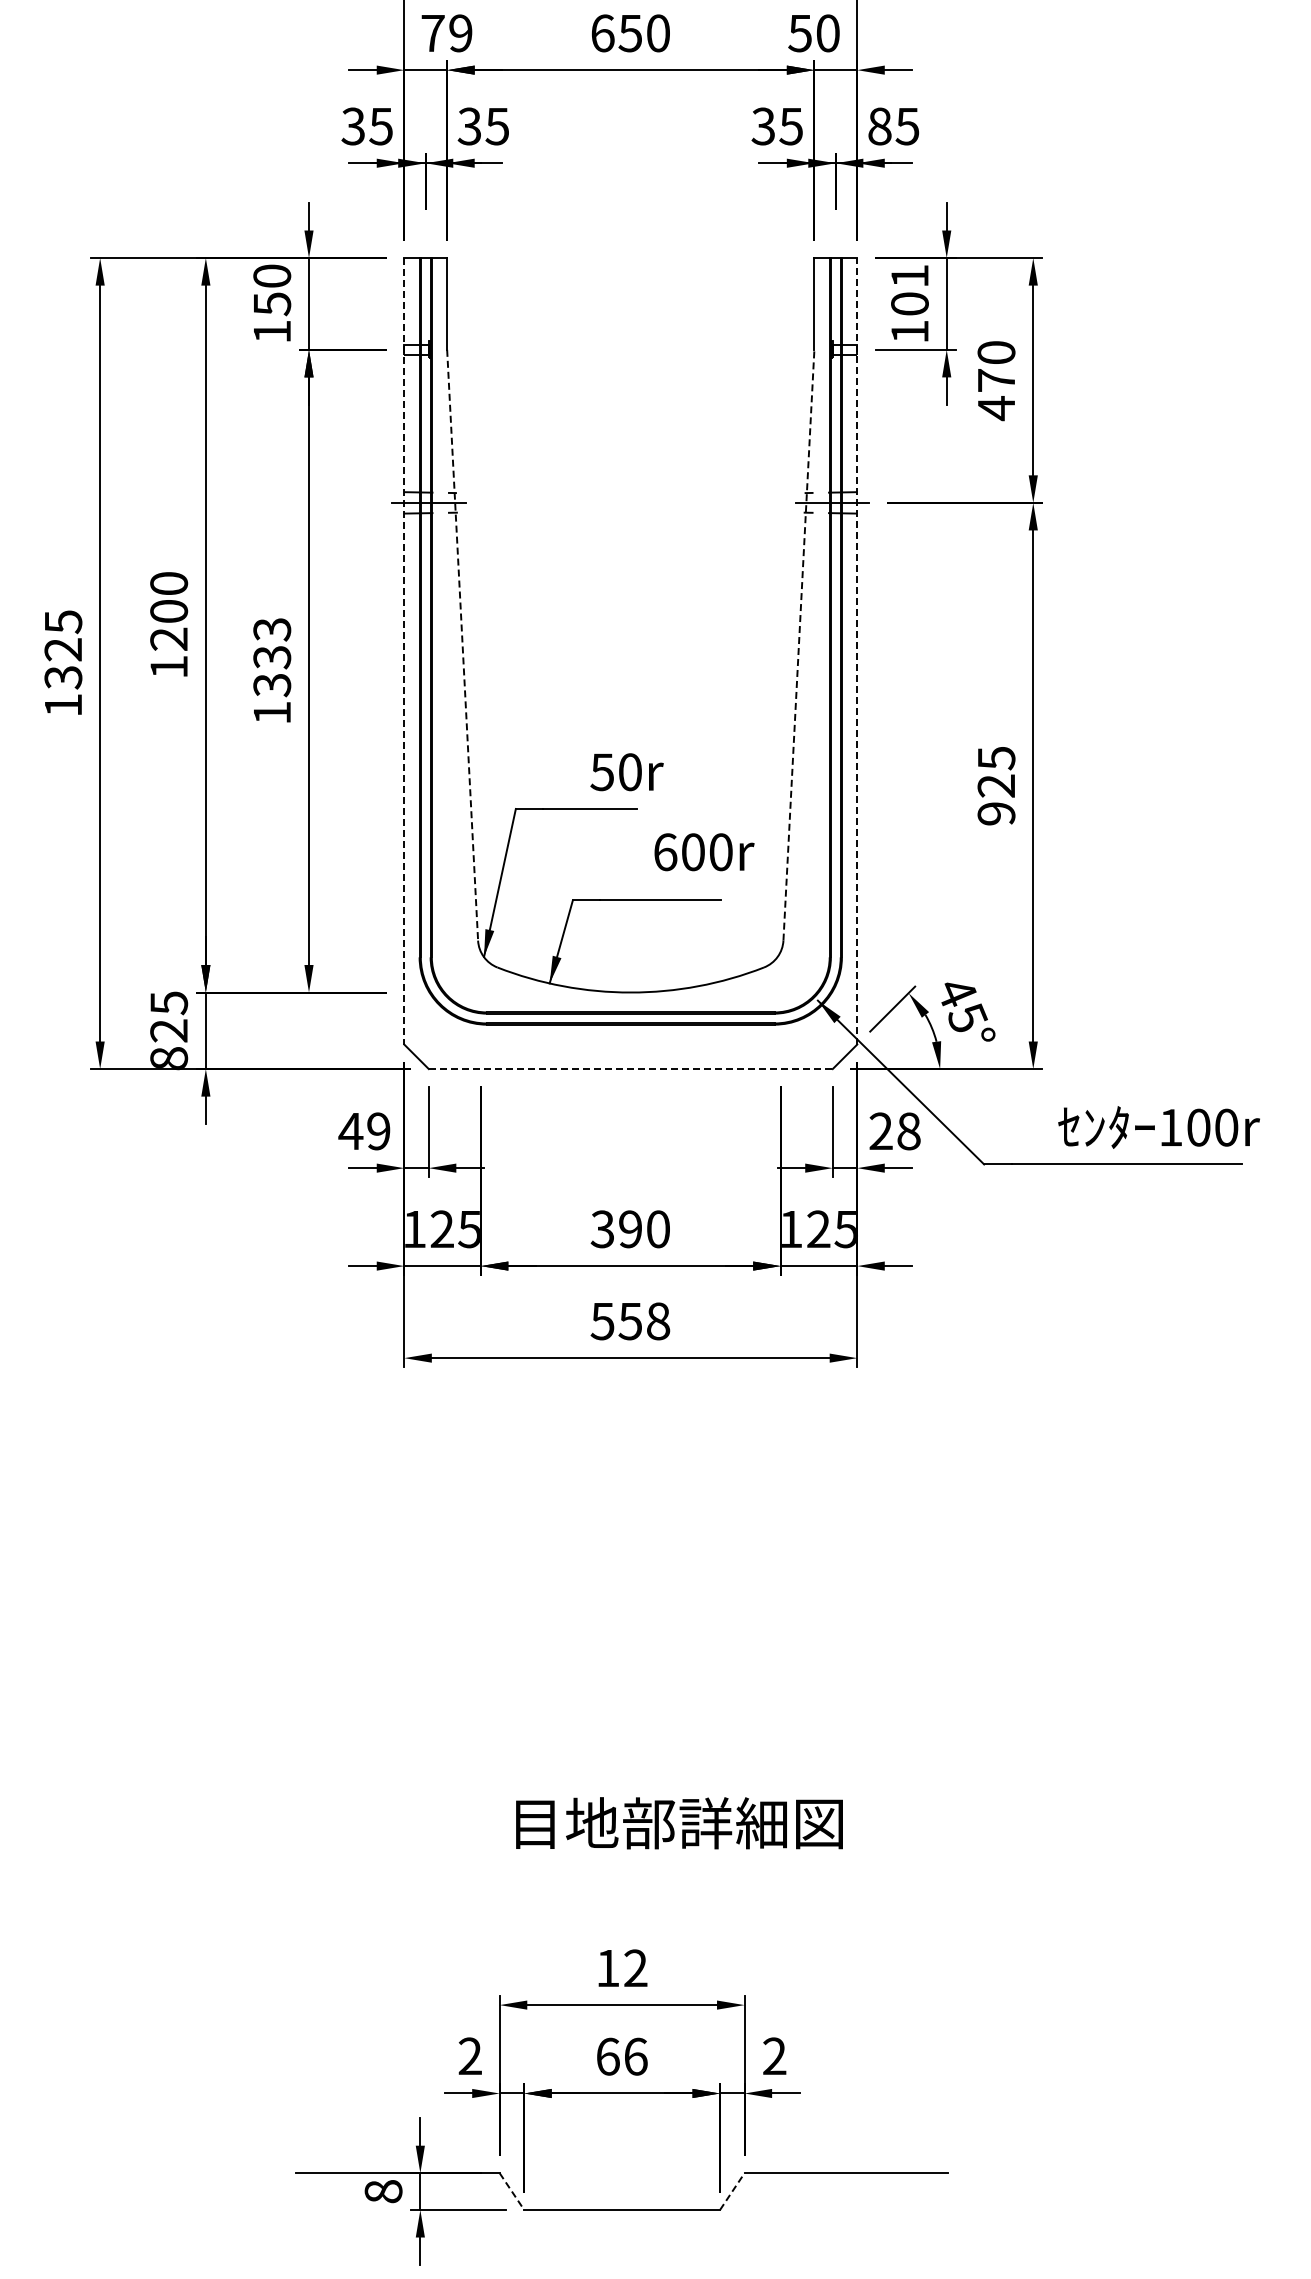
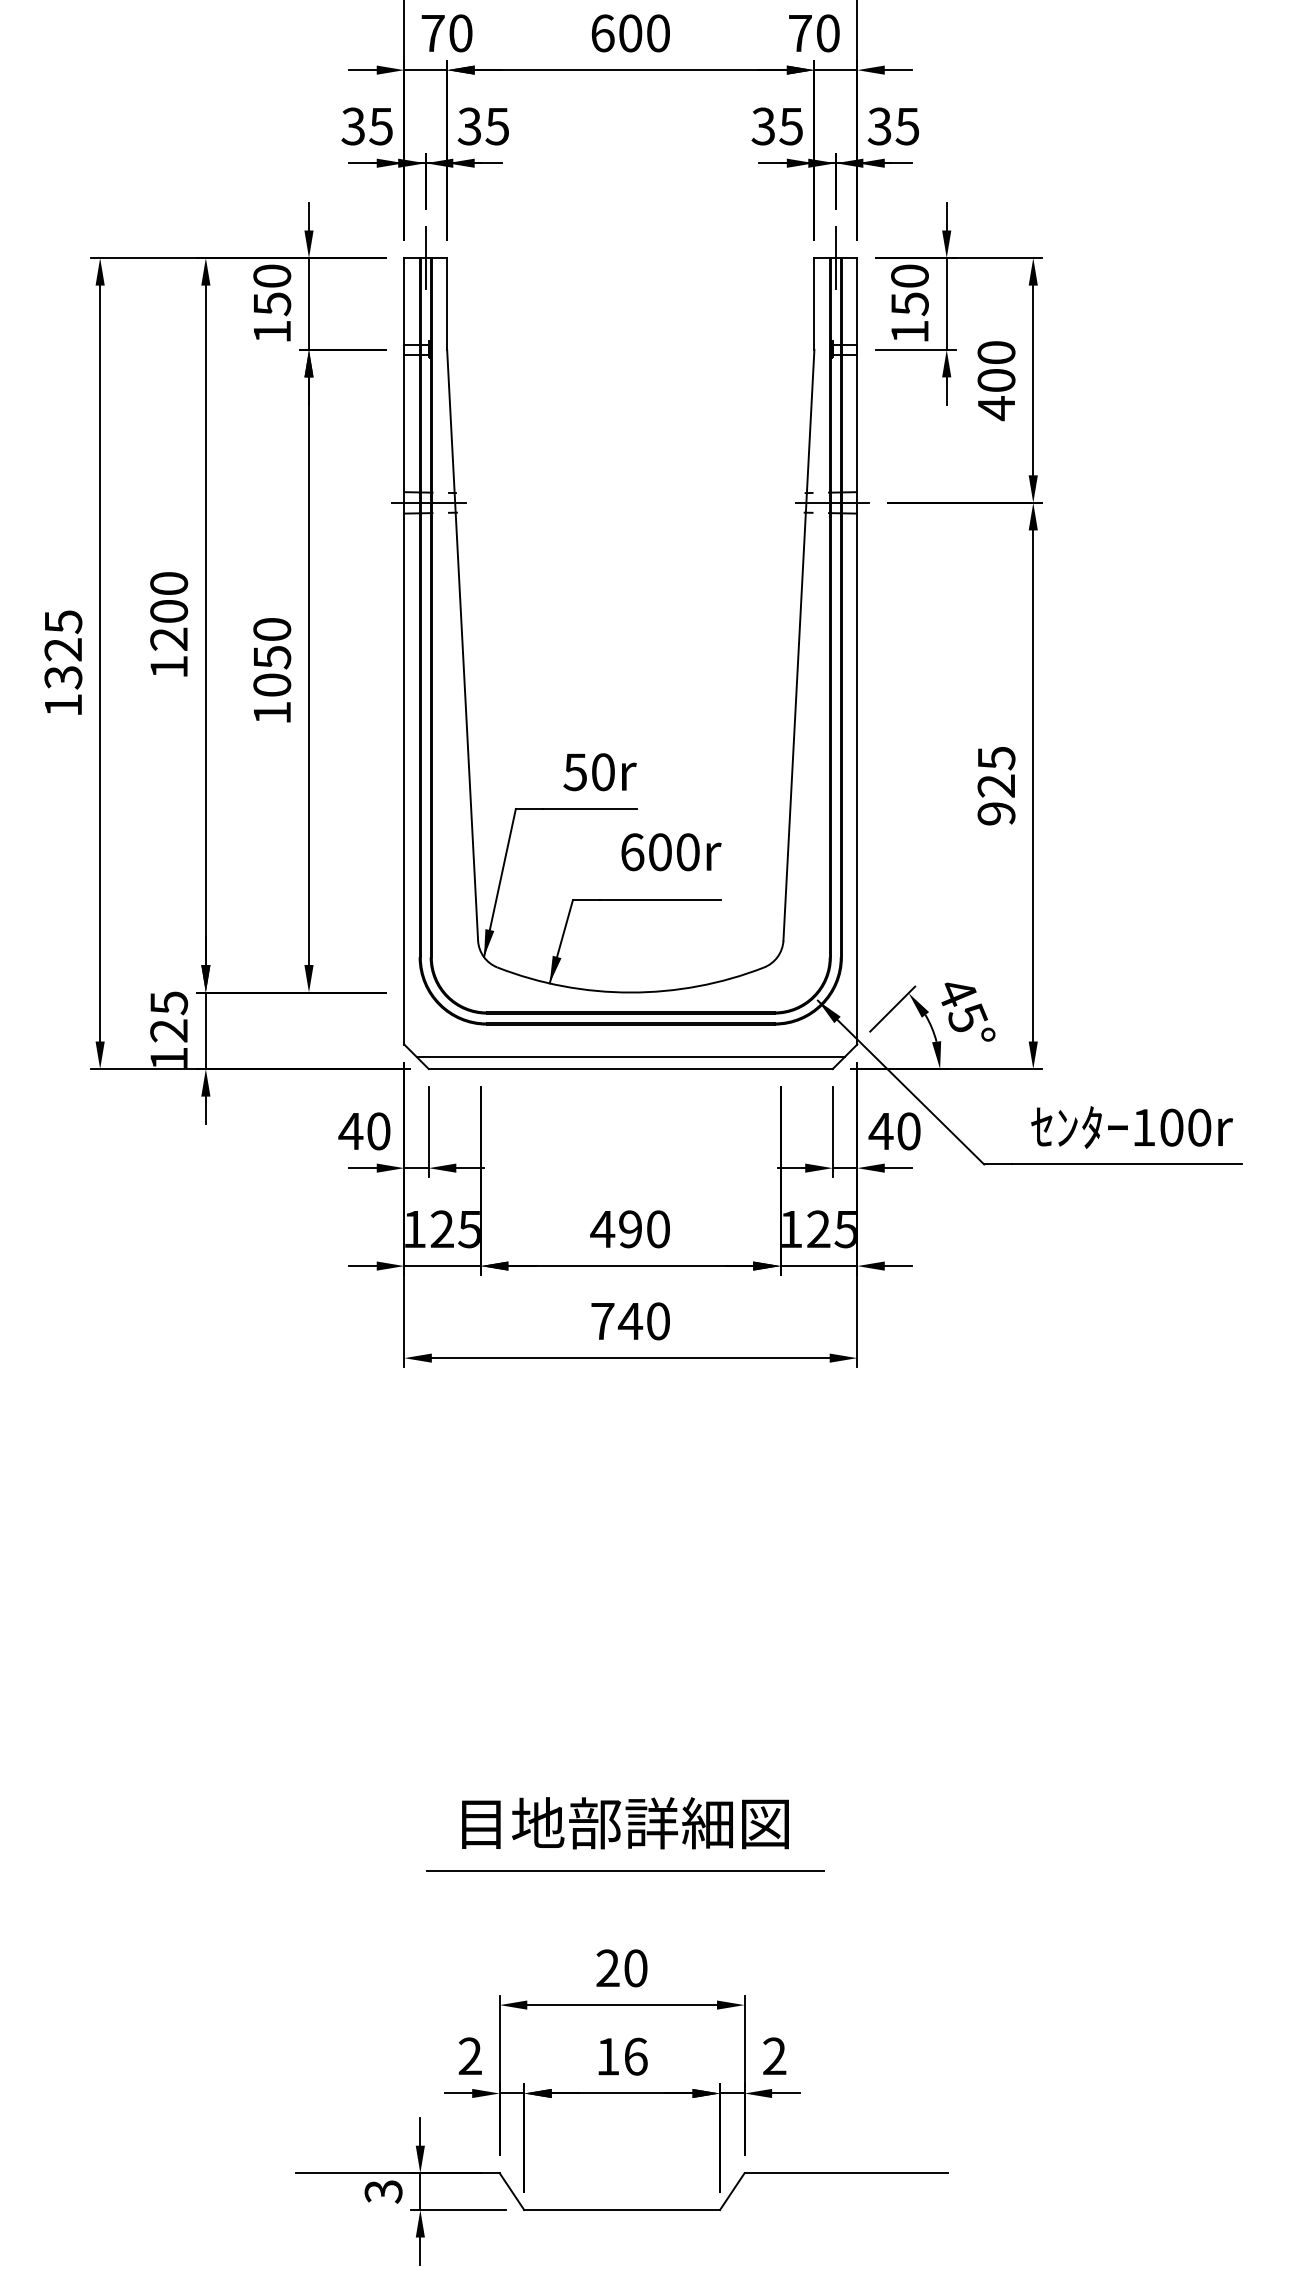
text at (460, 33): 79 -> 70
text at (630, 33): 650 -> 600
text at (799, 33): 50 -> 70
text at (879, 126): 85 -> 35
line at (425, 257): none -> present
line at (835, 257): none -> present
text at (909, 290): 101 -> 150
text at (996, 380): 470 -> 400
line at (462, 645): dashed -> solid
line at (798, 645): dashed -> solid
line at (857, 650): dashed -> solid
line at (404, 651): dashed -> solid
text at (272, 657): 1333 -> 1050
text at (626, 772) position: (626, 772) -> (599, 772)
text at (704, 852) position: (704, 852) -> (671, 852)
line at (630, 1056): none -> present
text at (169, 1058): 825 -> 125
line at (630, 1069): dashed -> solid
text at (1158, 1127) position: (1158, 1127) -> (1131, 1127)
text at (378, 1131): 49 -> 40
text at (894, 1131): 28 -> 40
text at (602, 1229): 390 -> 490
text at (630, 1321): 558 -> 740
text at (679, 1823) position: (679, 1823) -> (625, 1823)
line at (625, 1870): none -> present
text at (621, 1968): 12 -> 20
text at (608, 2056): 66 -> 16
text at (383, 2191): 8 -> 3
line at (732, 2191): dashed -> solid
line at (512, 2192): dashed -> solid
